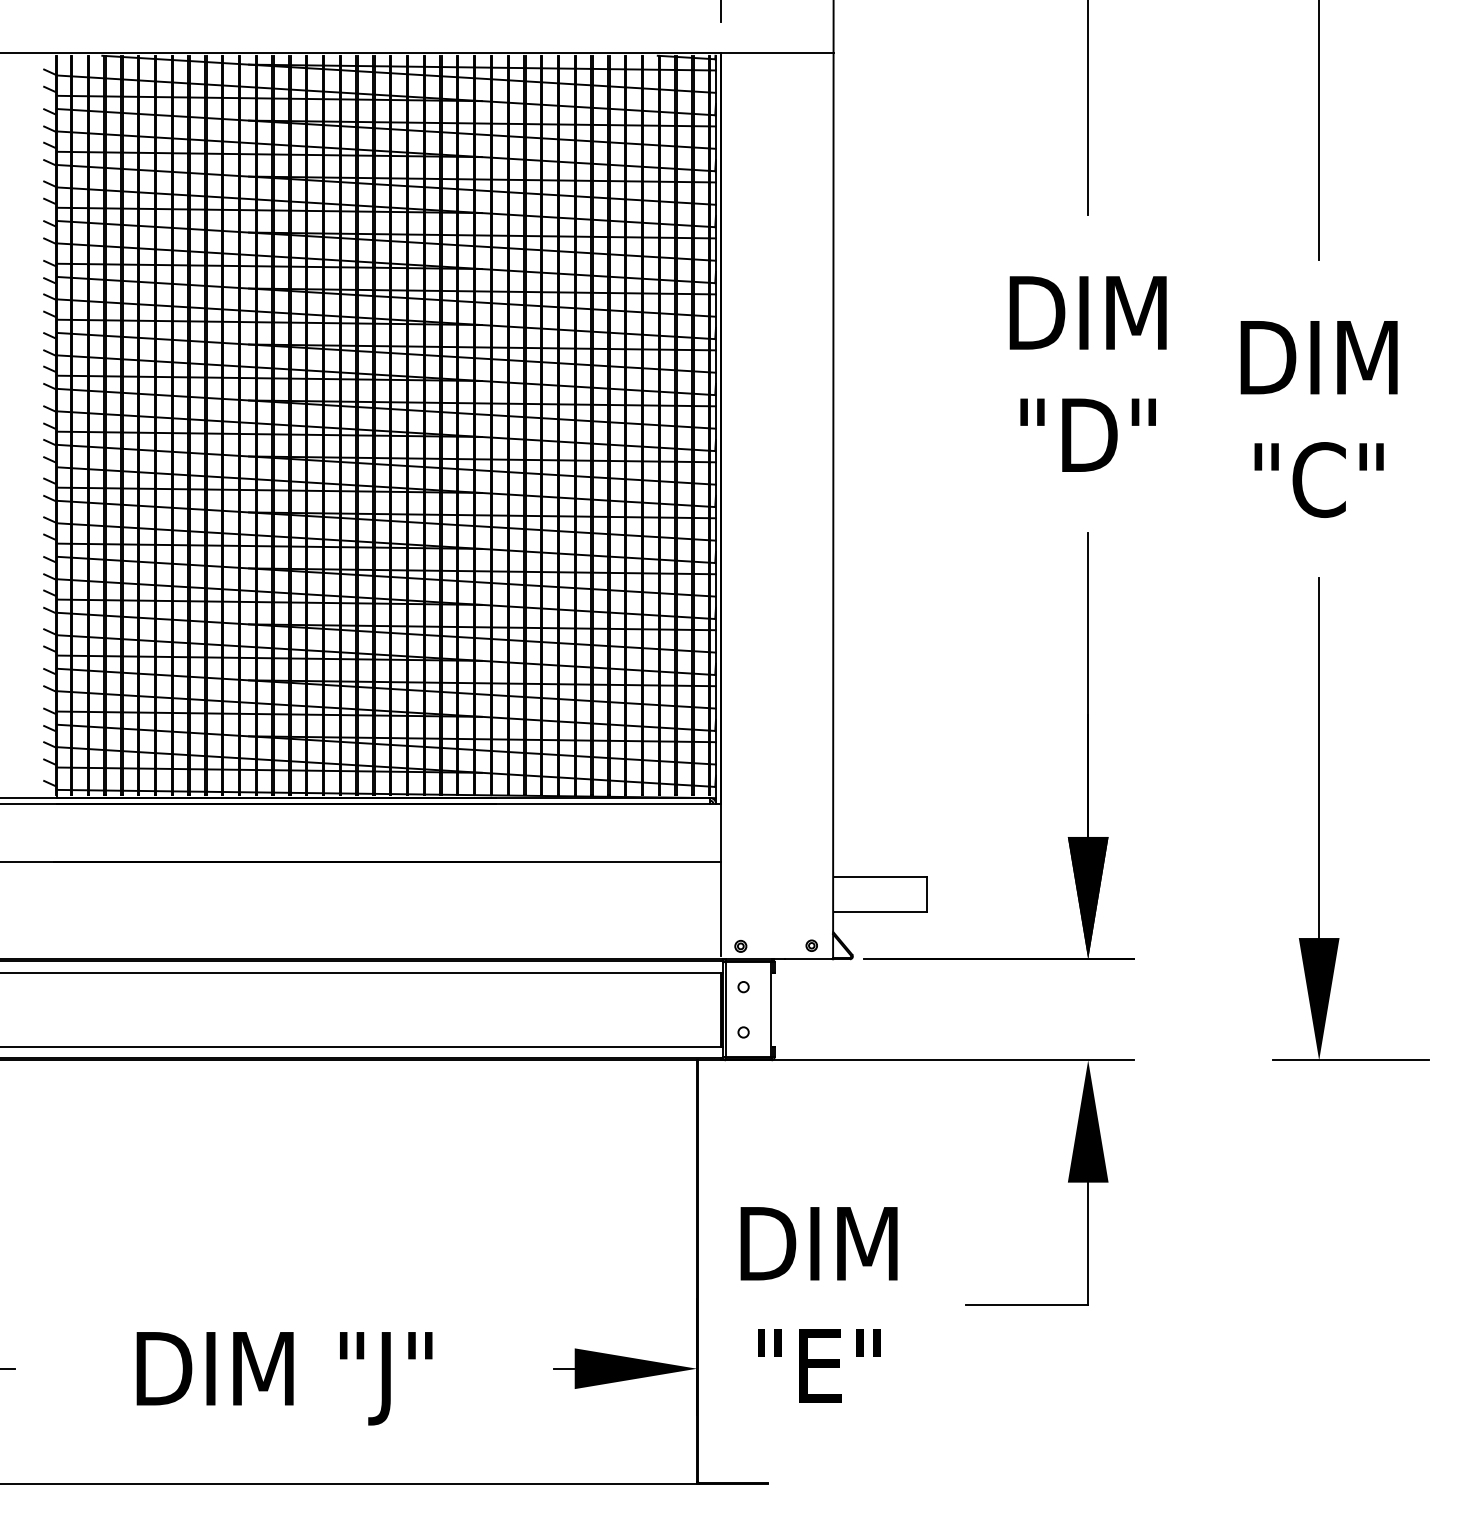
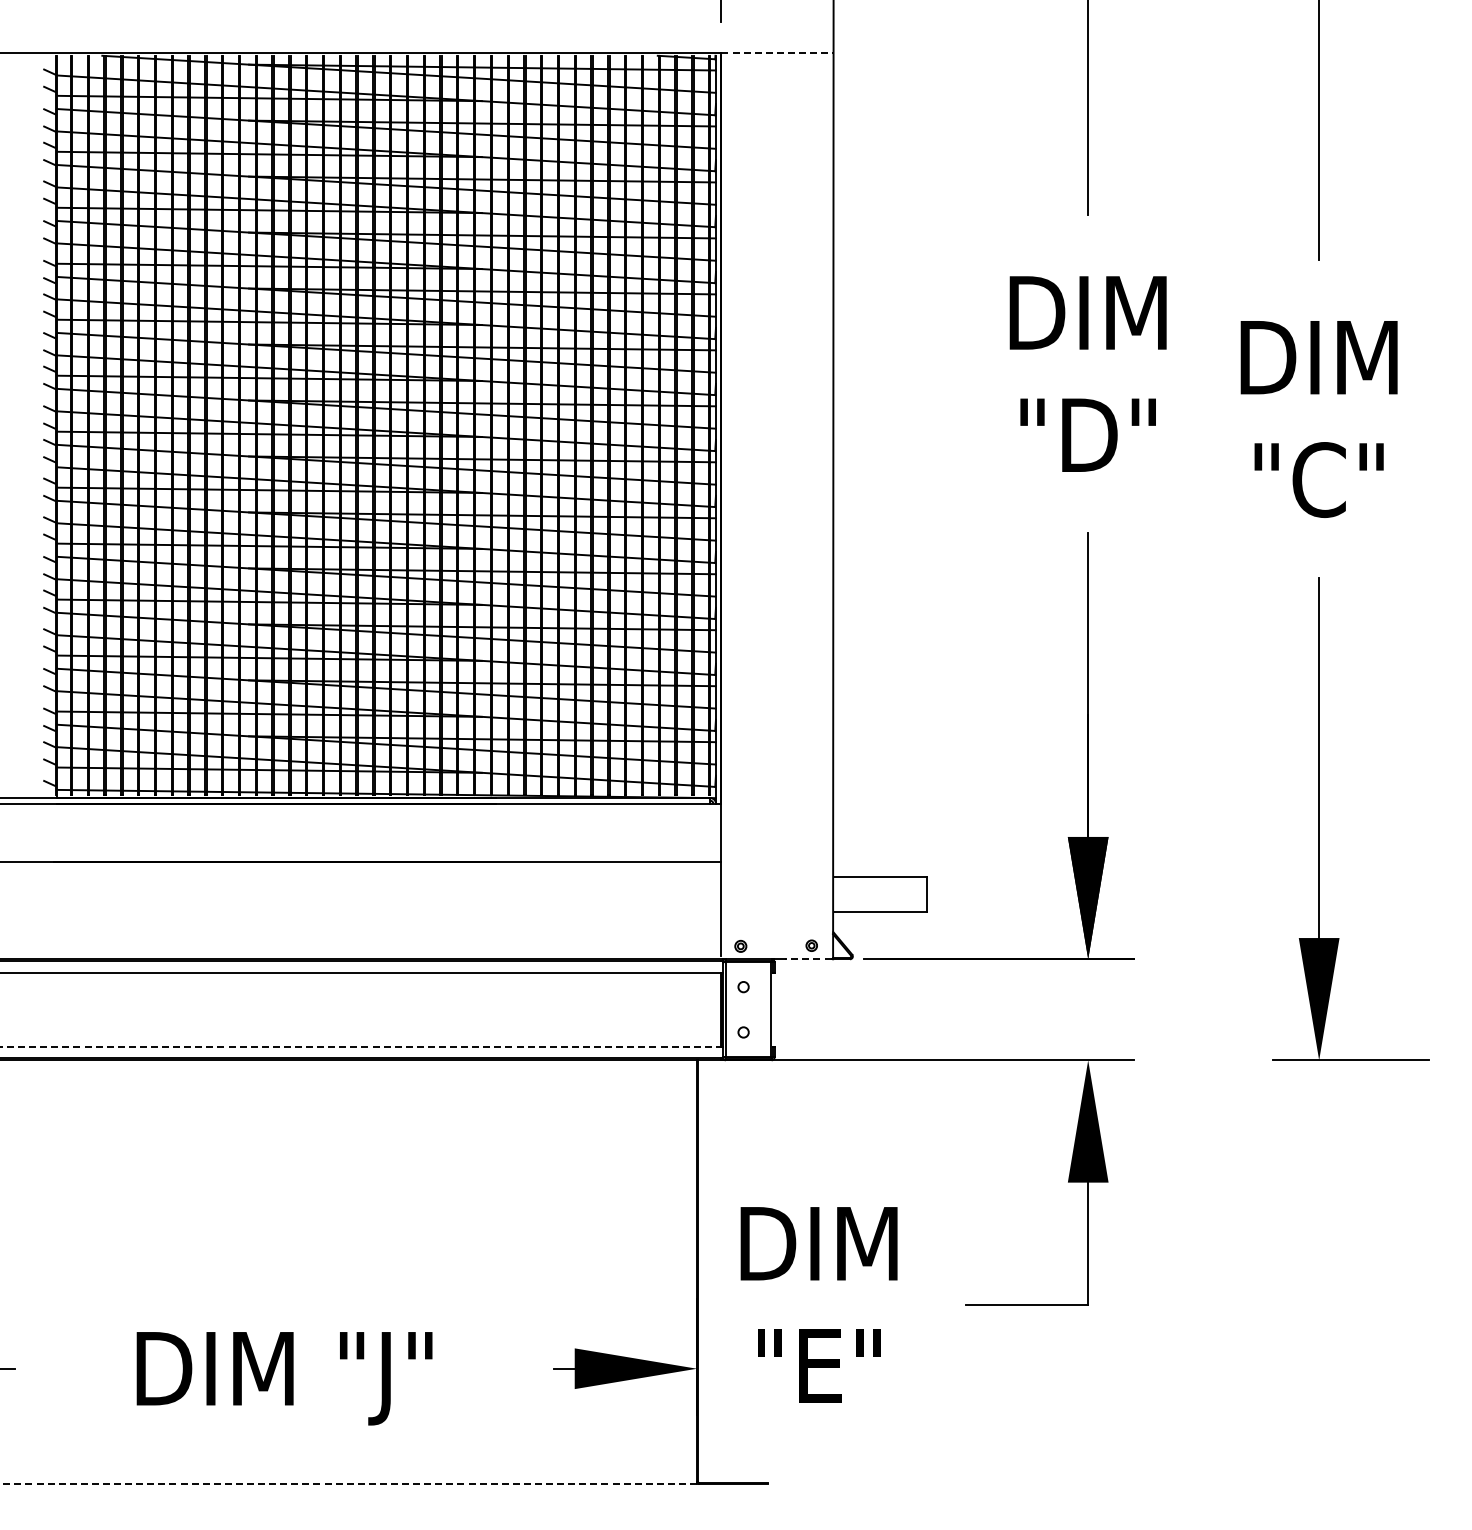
line at (777, 52): solid -> dashed
line at (807, 959): solid -> dashed
line at (361, 1046): solid -> dashed
line at (348, 1484): solid -> dashed
